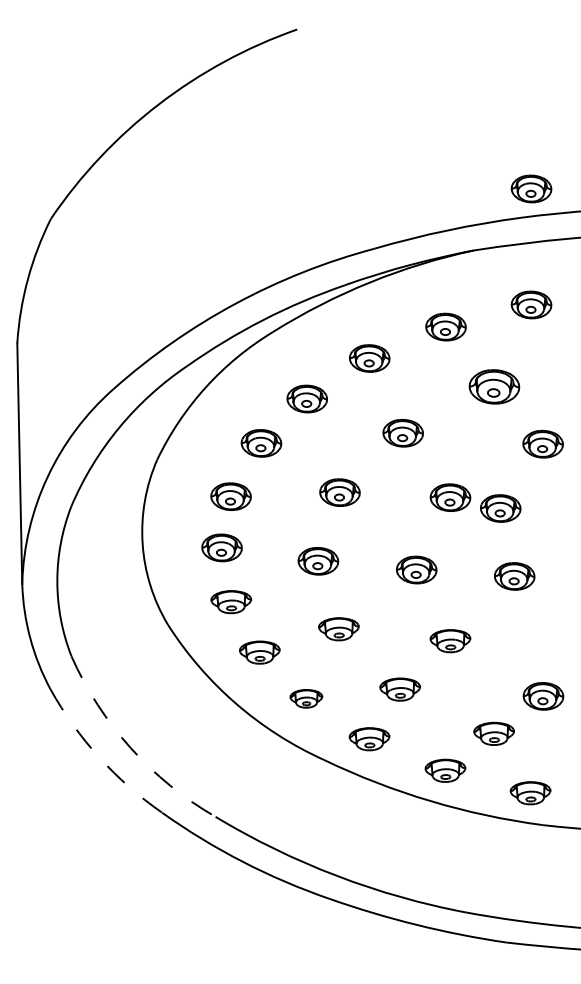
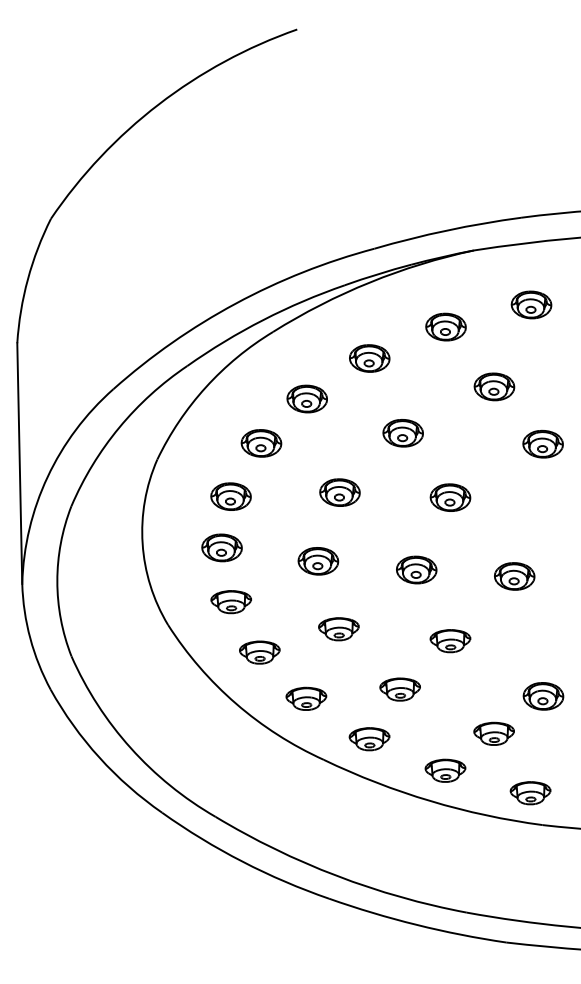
part at (531, 188): present -> none
part at (494, 386) size: 53x36 px -> 43x30 px
part at (500, 508): present -> none
part at (306, 698) size: 35x20 px -> 43x25 px
arc at (130, 748): dashed -> solid
arc at (99, 757): dashed -> solid
